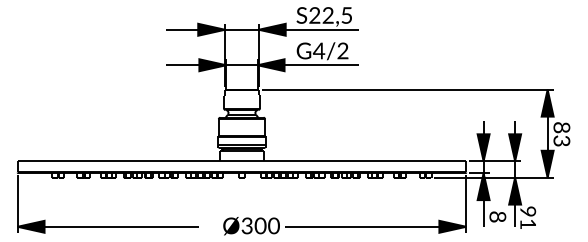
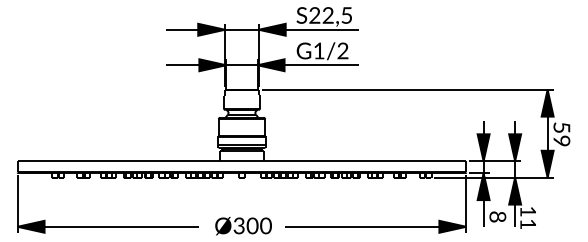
text at (318, 50): G4/2 -> G1/2
text at (561, 134): 83 -> 59
text at (528, 211): 91 -> 11
text at (251, 226) position: (251, 226) -> (243, 226)
